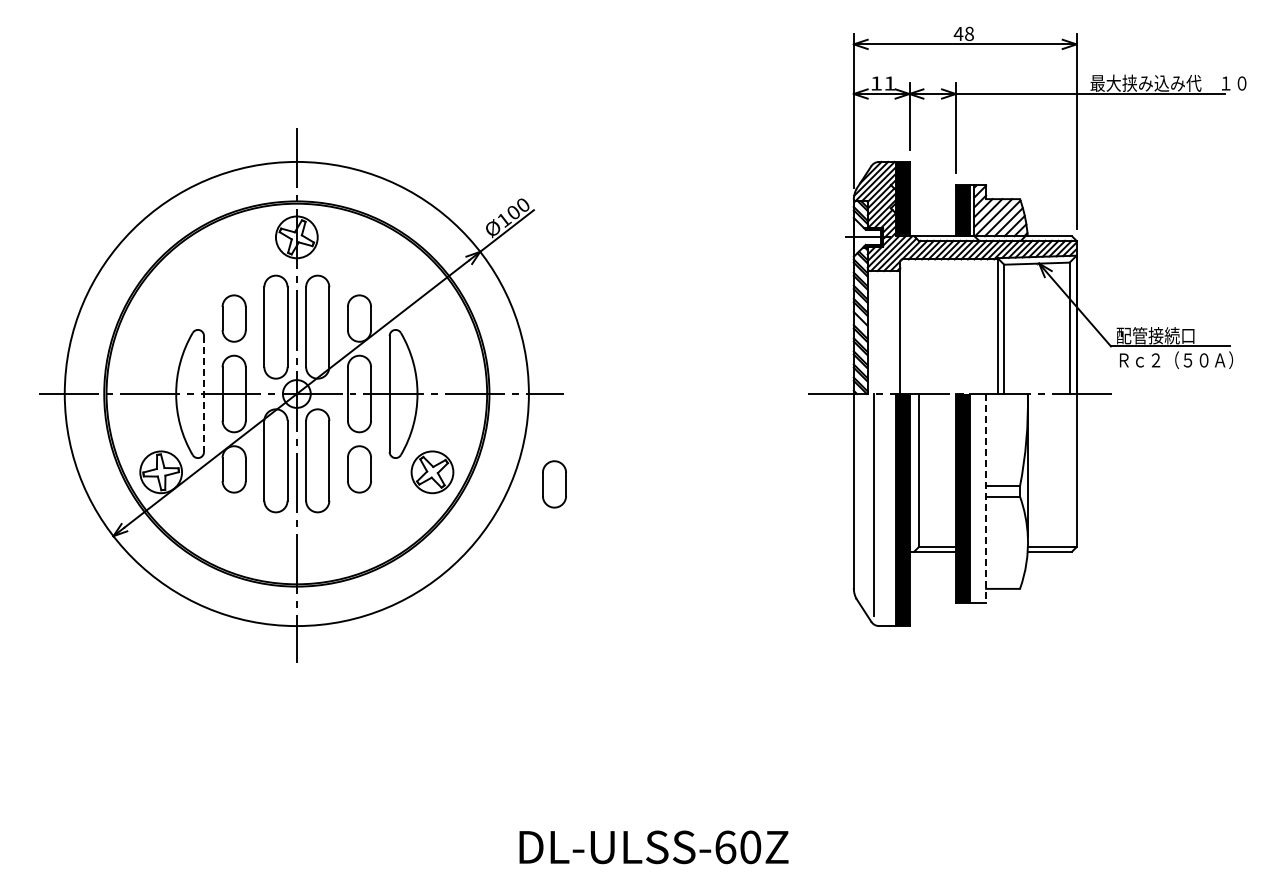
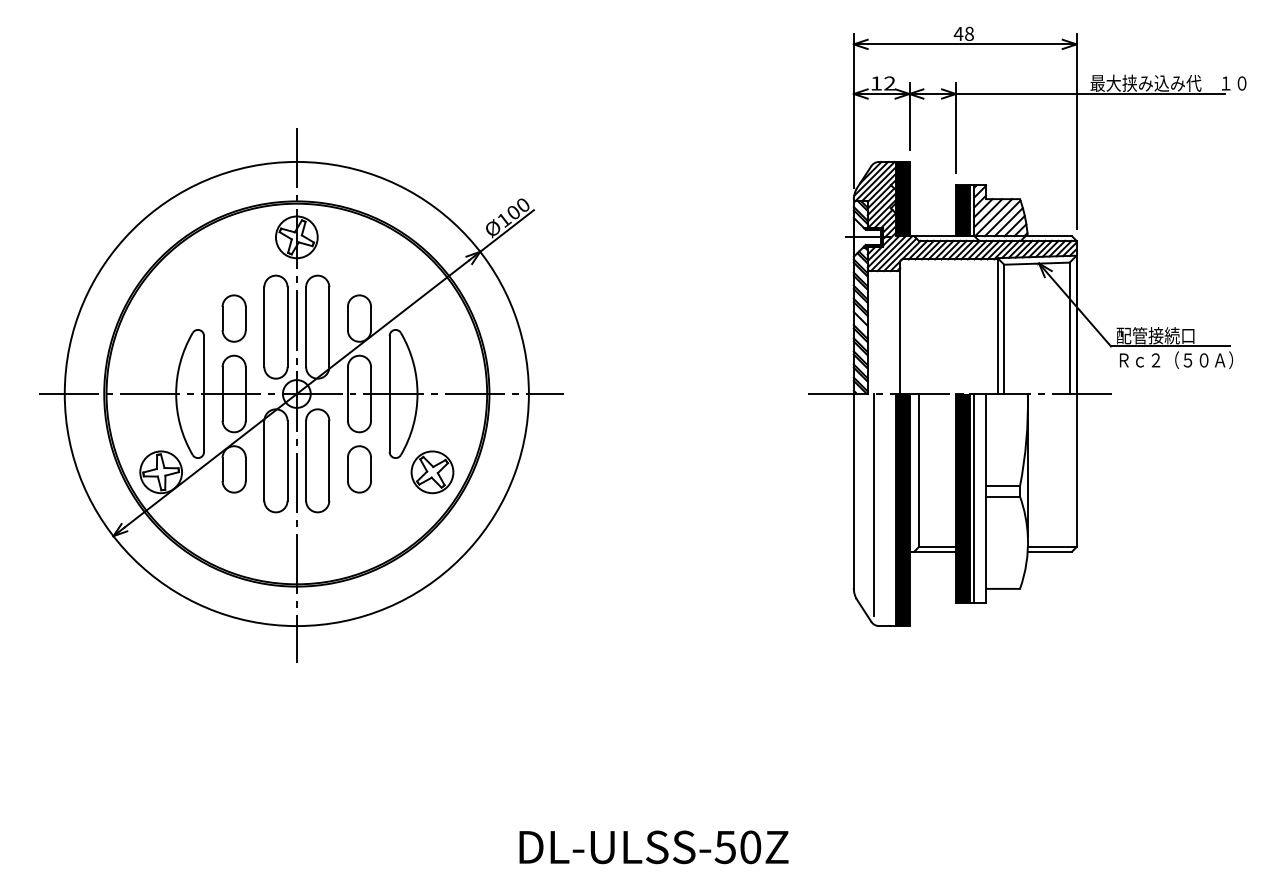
text at (889, 83): 11 -> 12
line at (204, 394): dashed -> solid
part at (554, 484): present -> none
line at (974, 498): none -> present
line at (986, 498): dashed -> solid
text at (725, 847): DL-ULSS-60Z -> DL-ULSS-50Z
